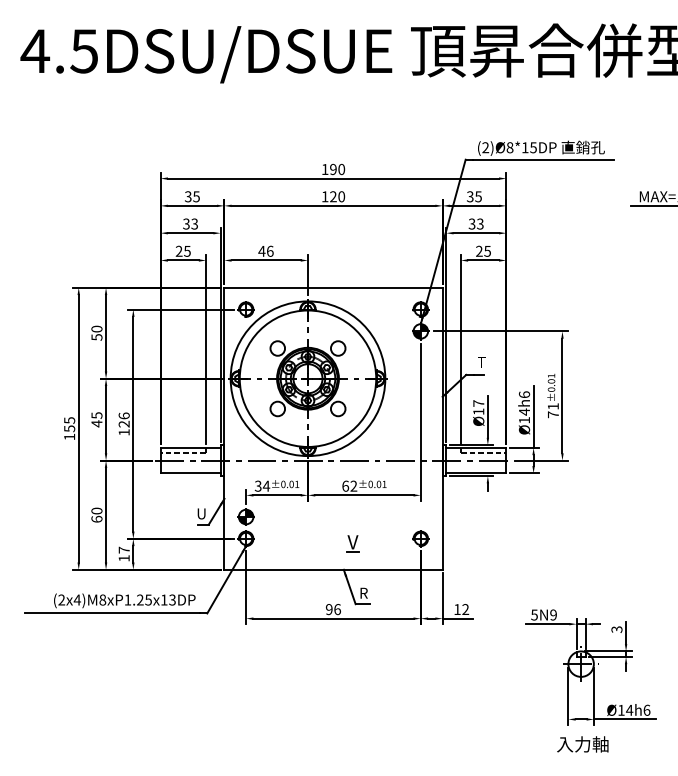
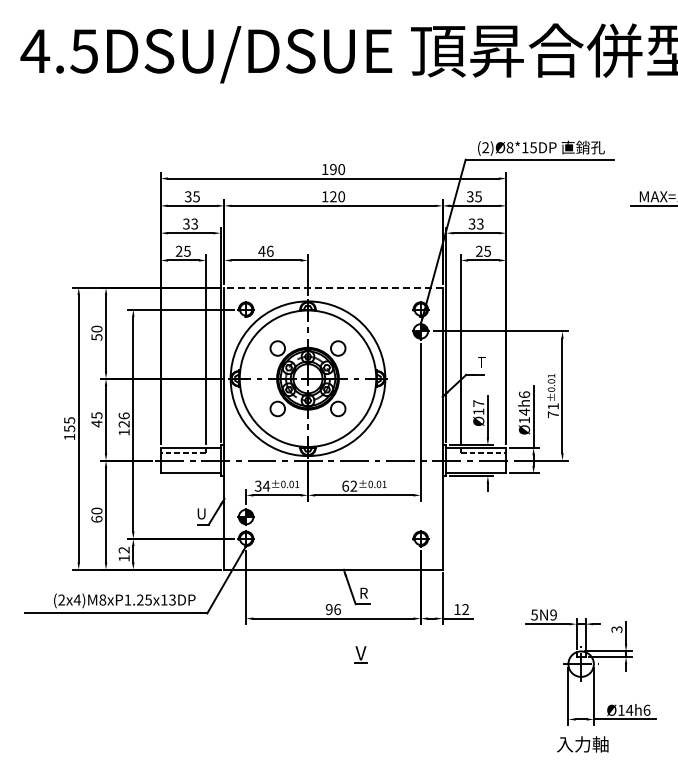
line at (332, 287): solid -> dashed
part at (352, 543) position: (352, 543) -> (360, 654)
text at (123, 549): 17 -> 12
